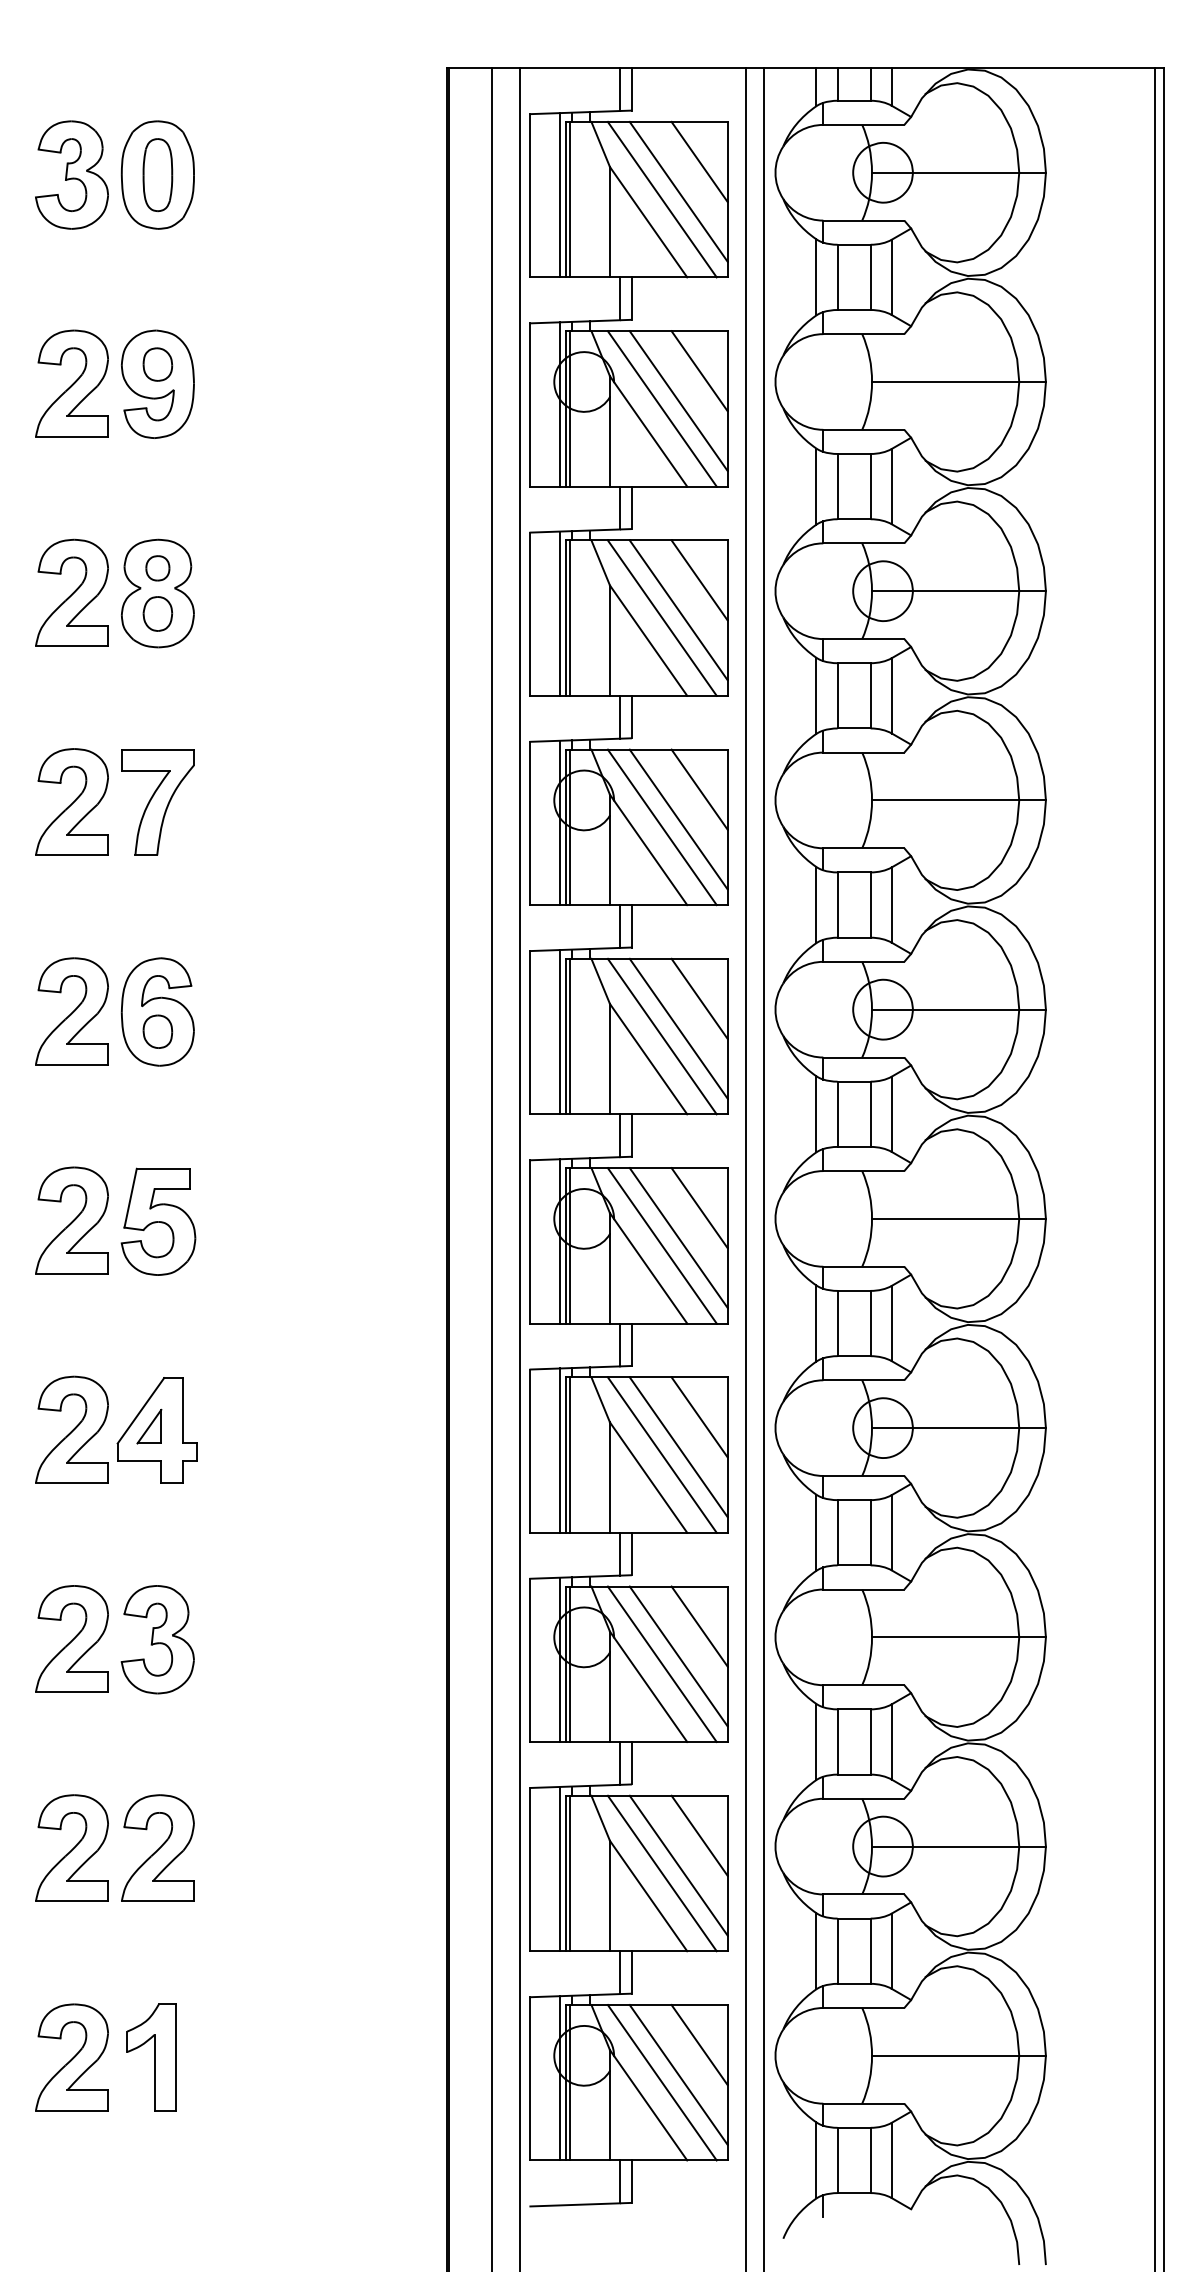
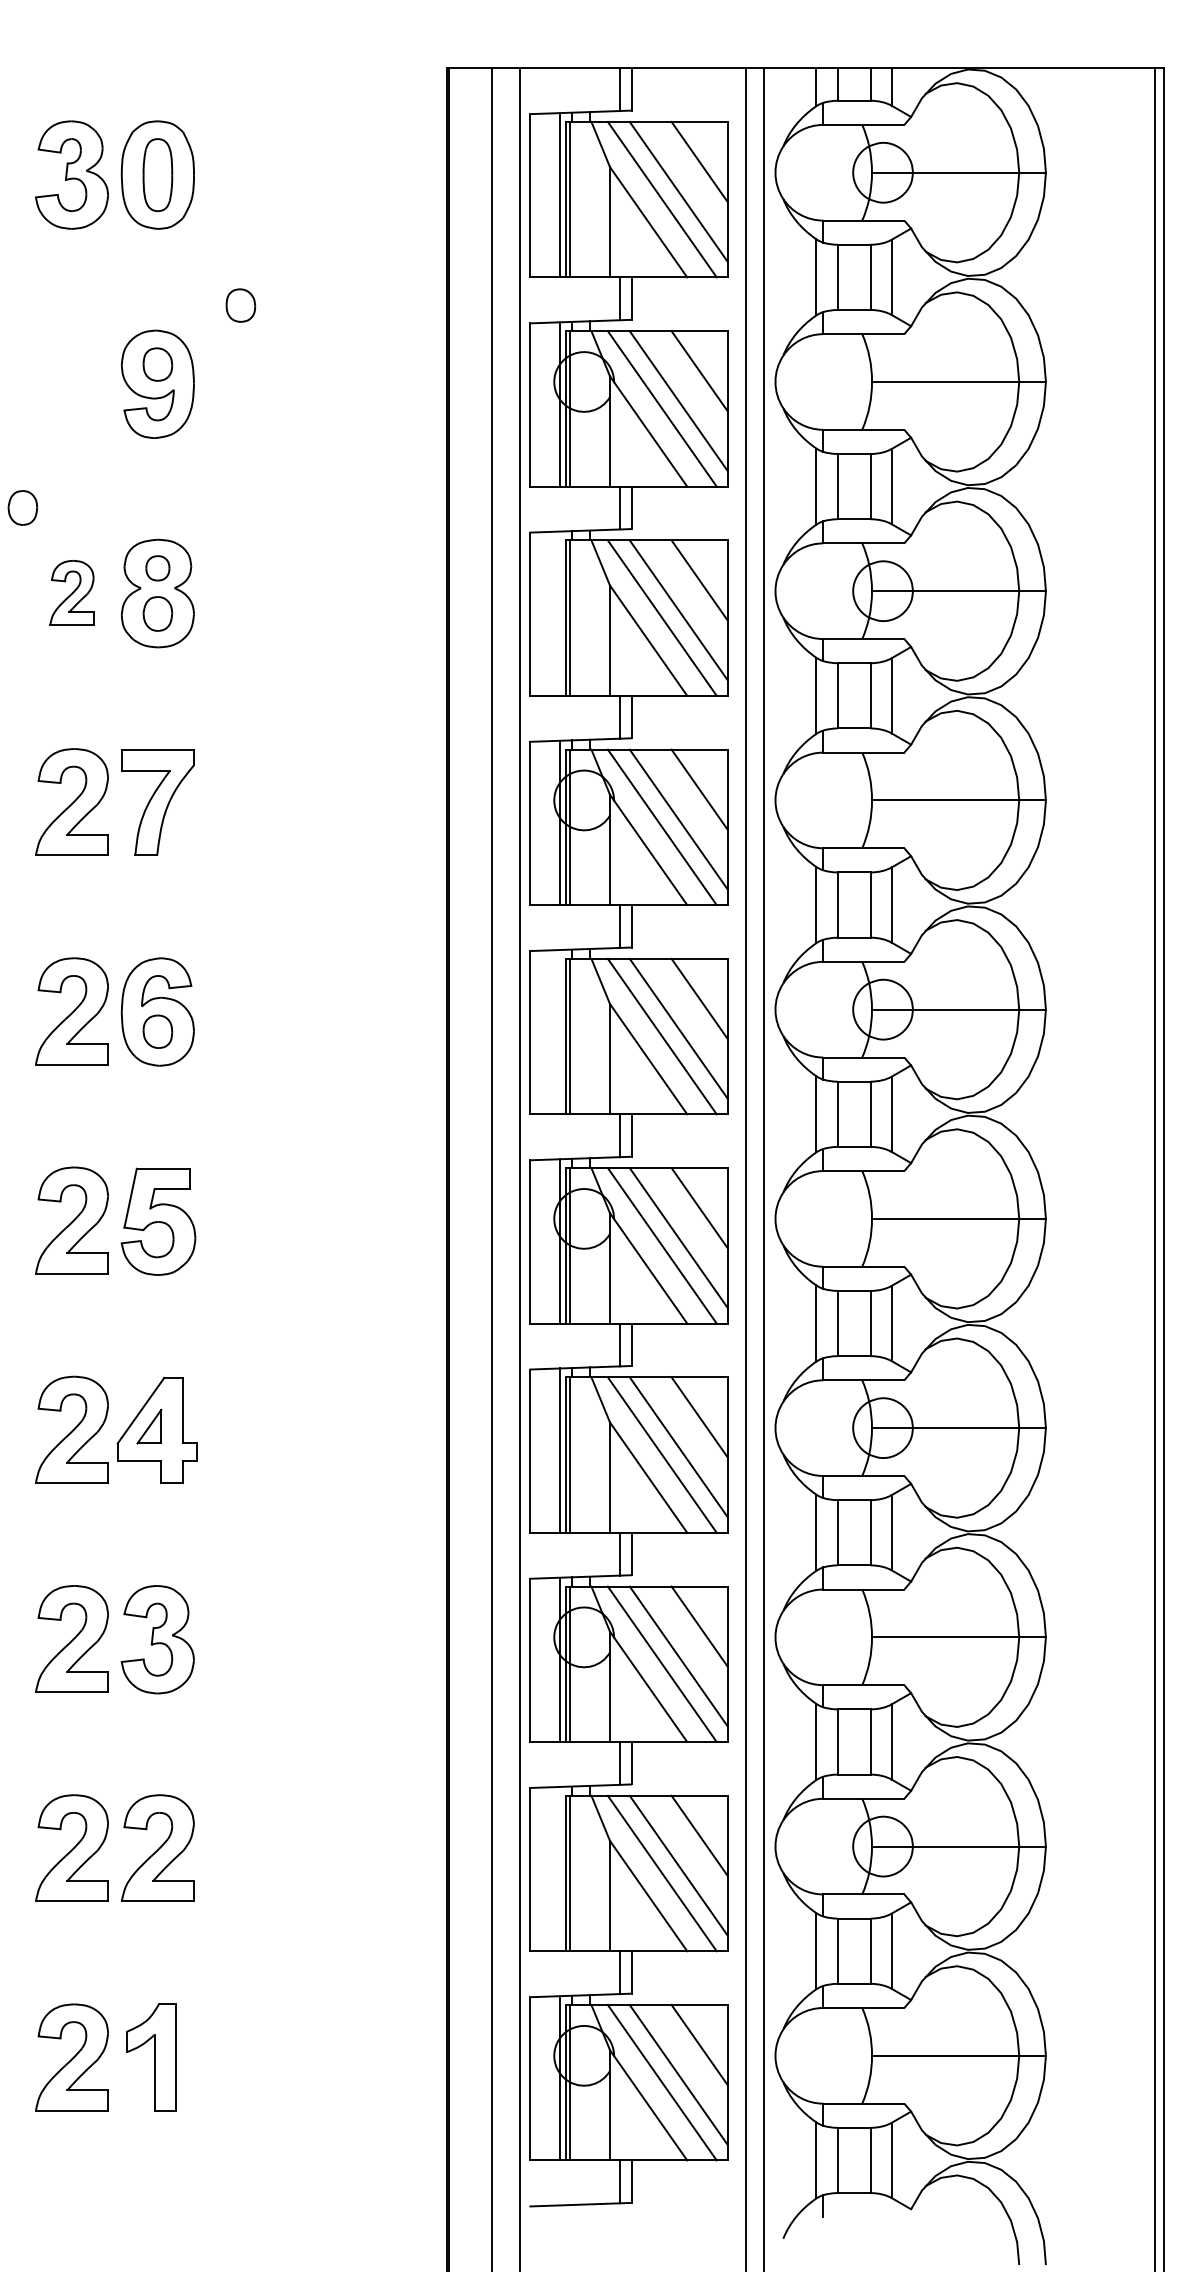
part at (240, 305): none -> present
part at (71, 383): present -> none
part at (22, 507): none -> present
part at (71, 592) size: 74x109 px -> 46x66 px
line at (560, 613): present -> none
line at (560, 1032): present -> none
line at (560, 1868): present -> none
